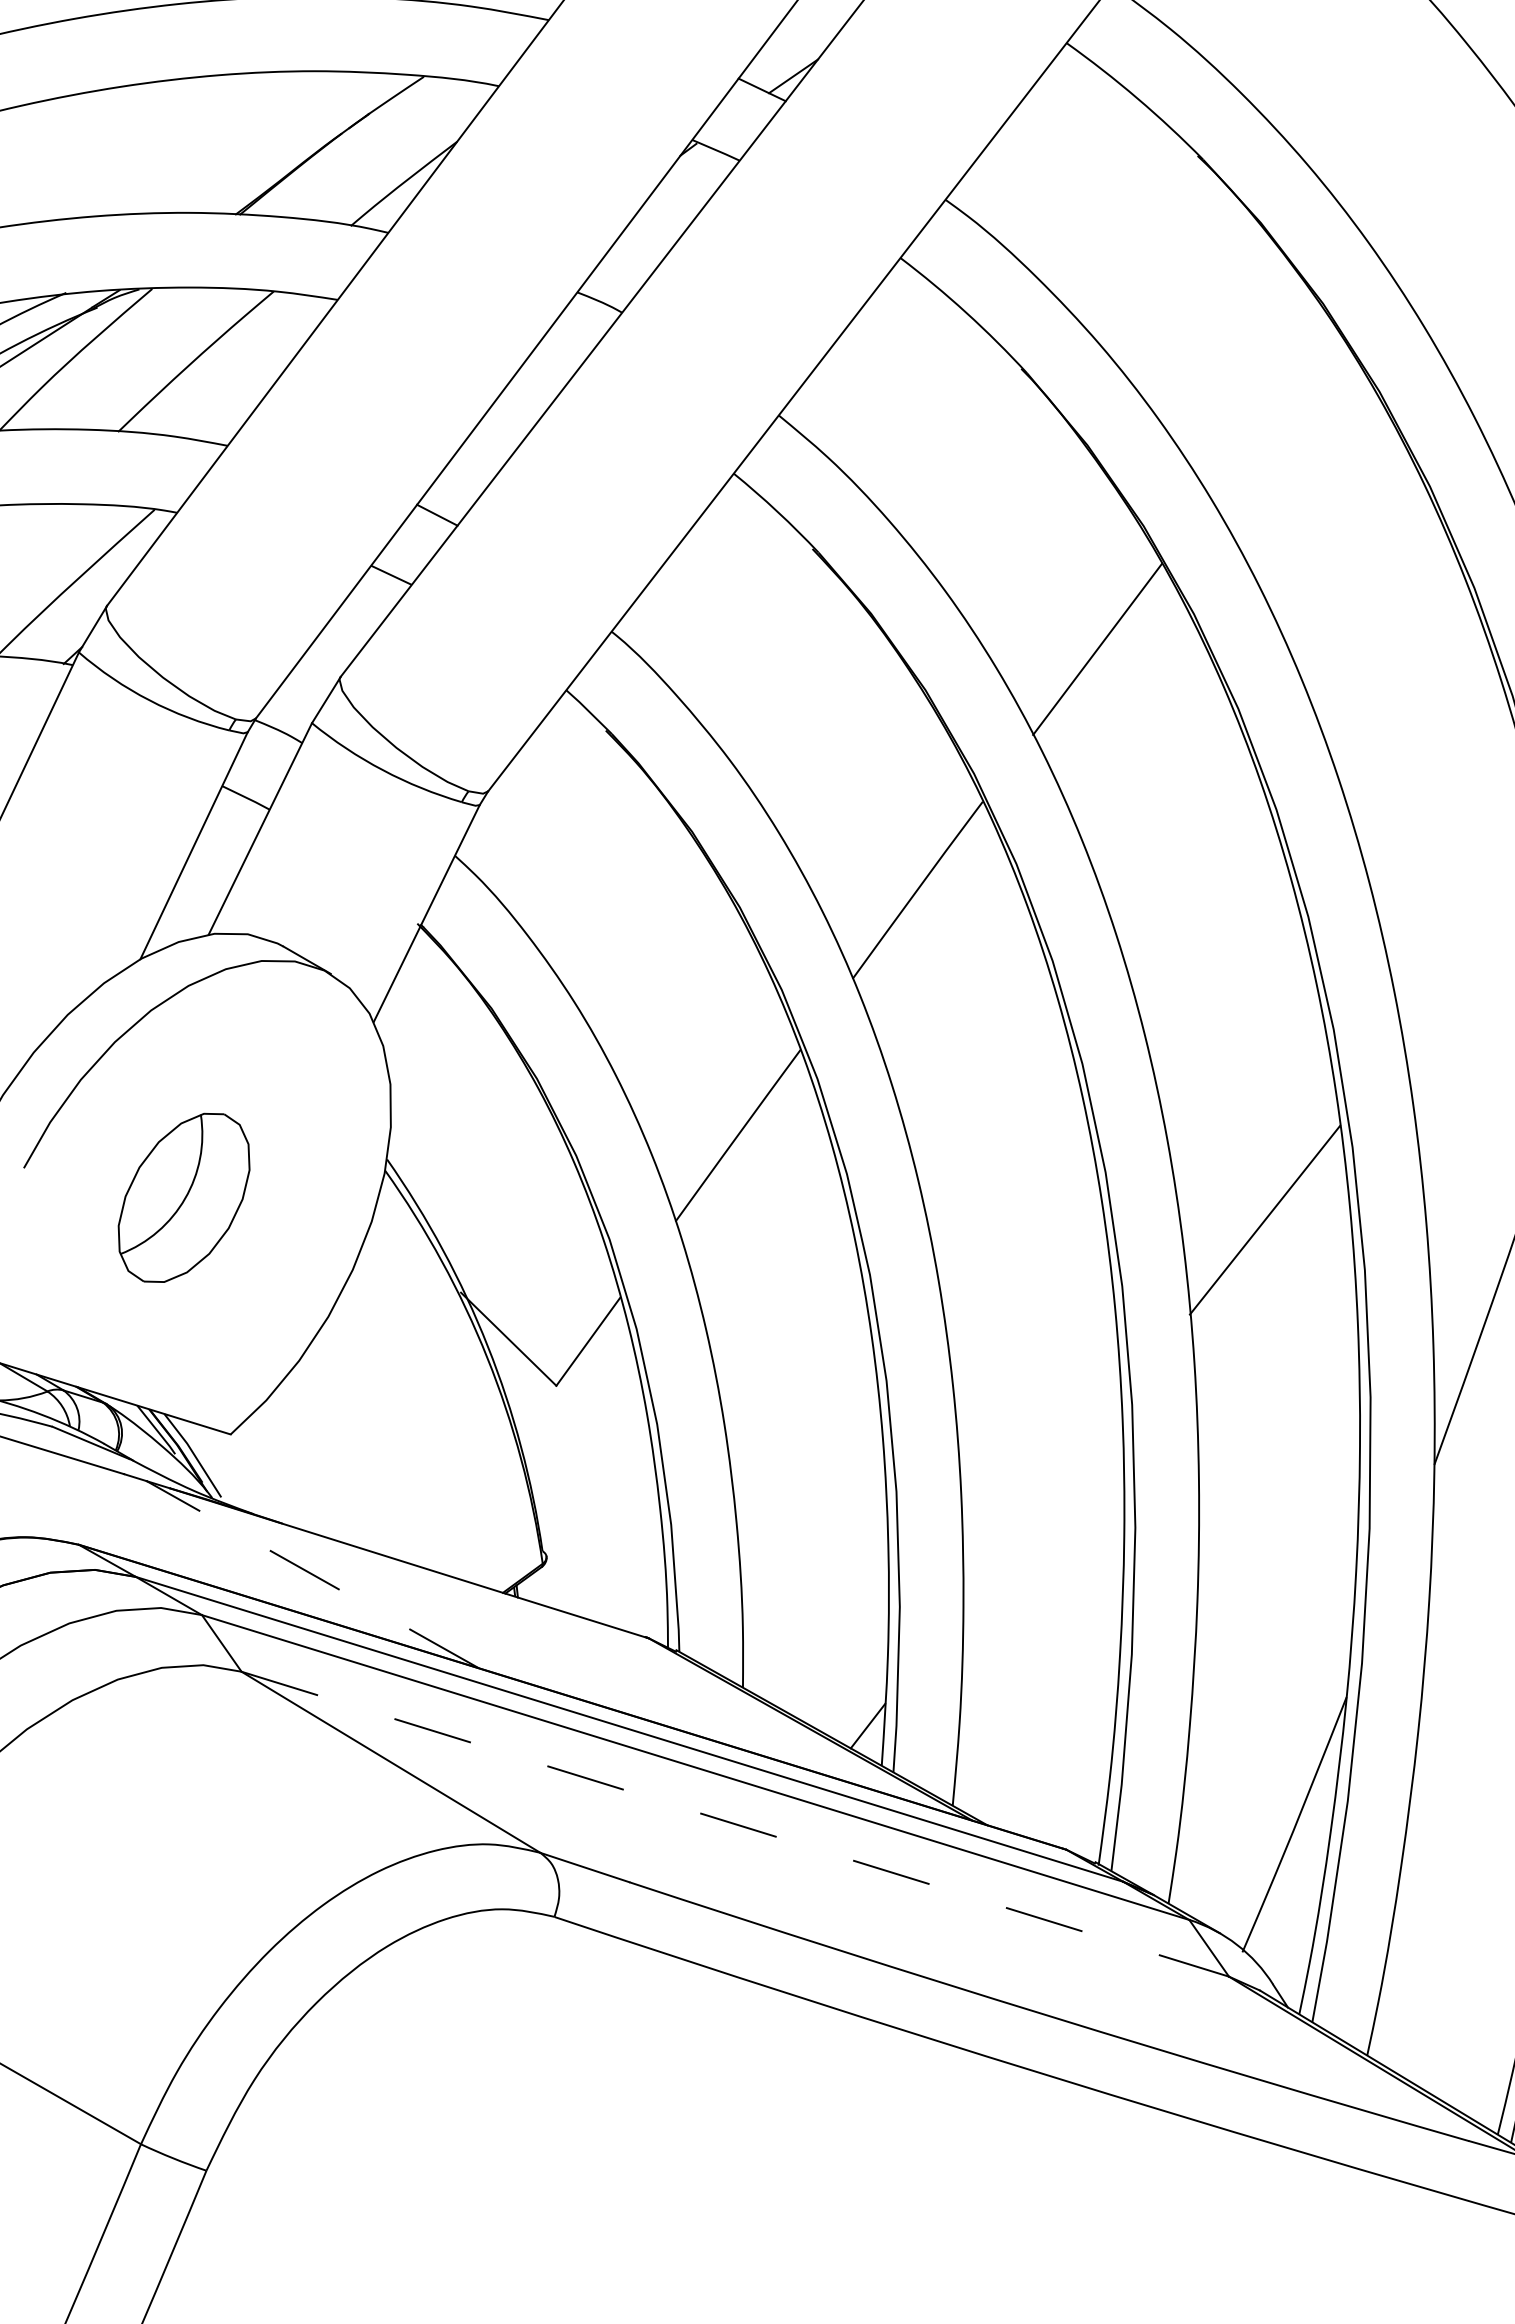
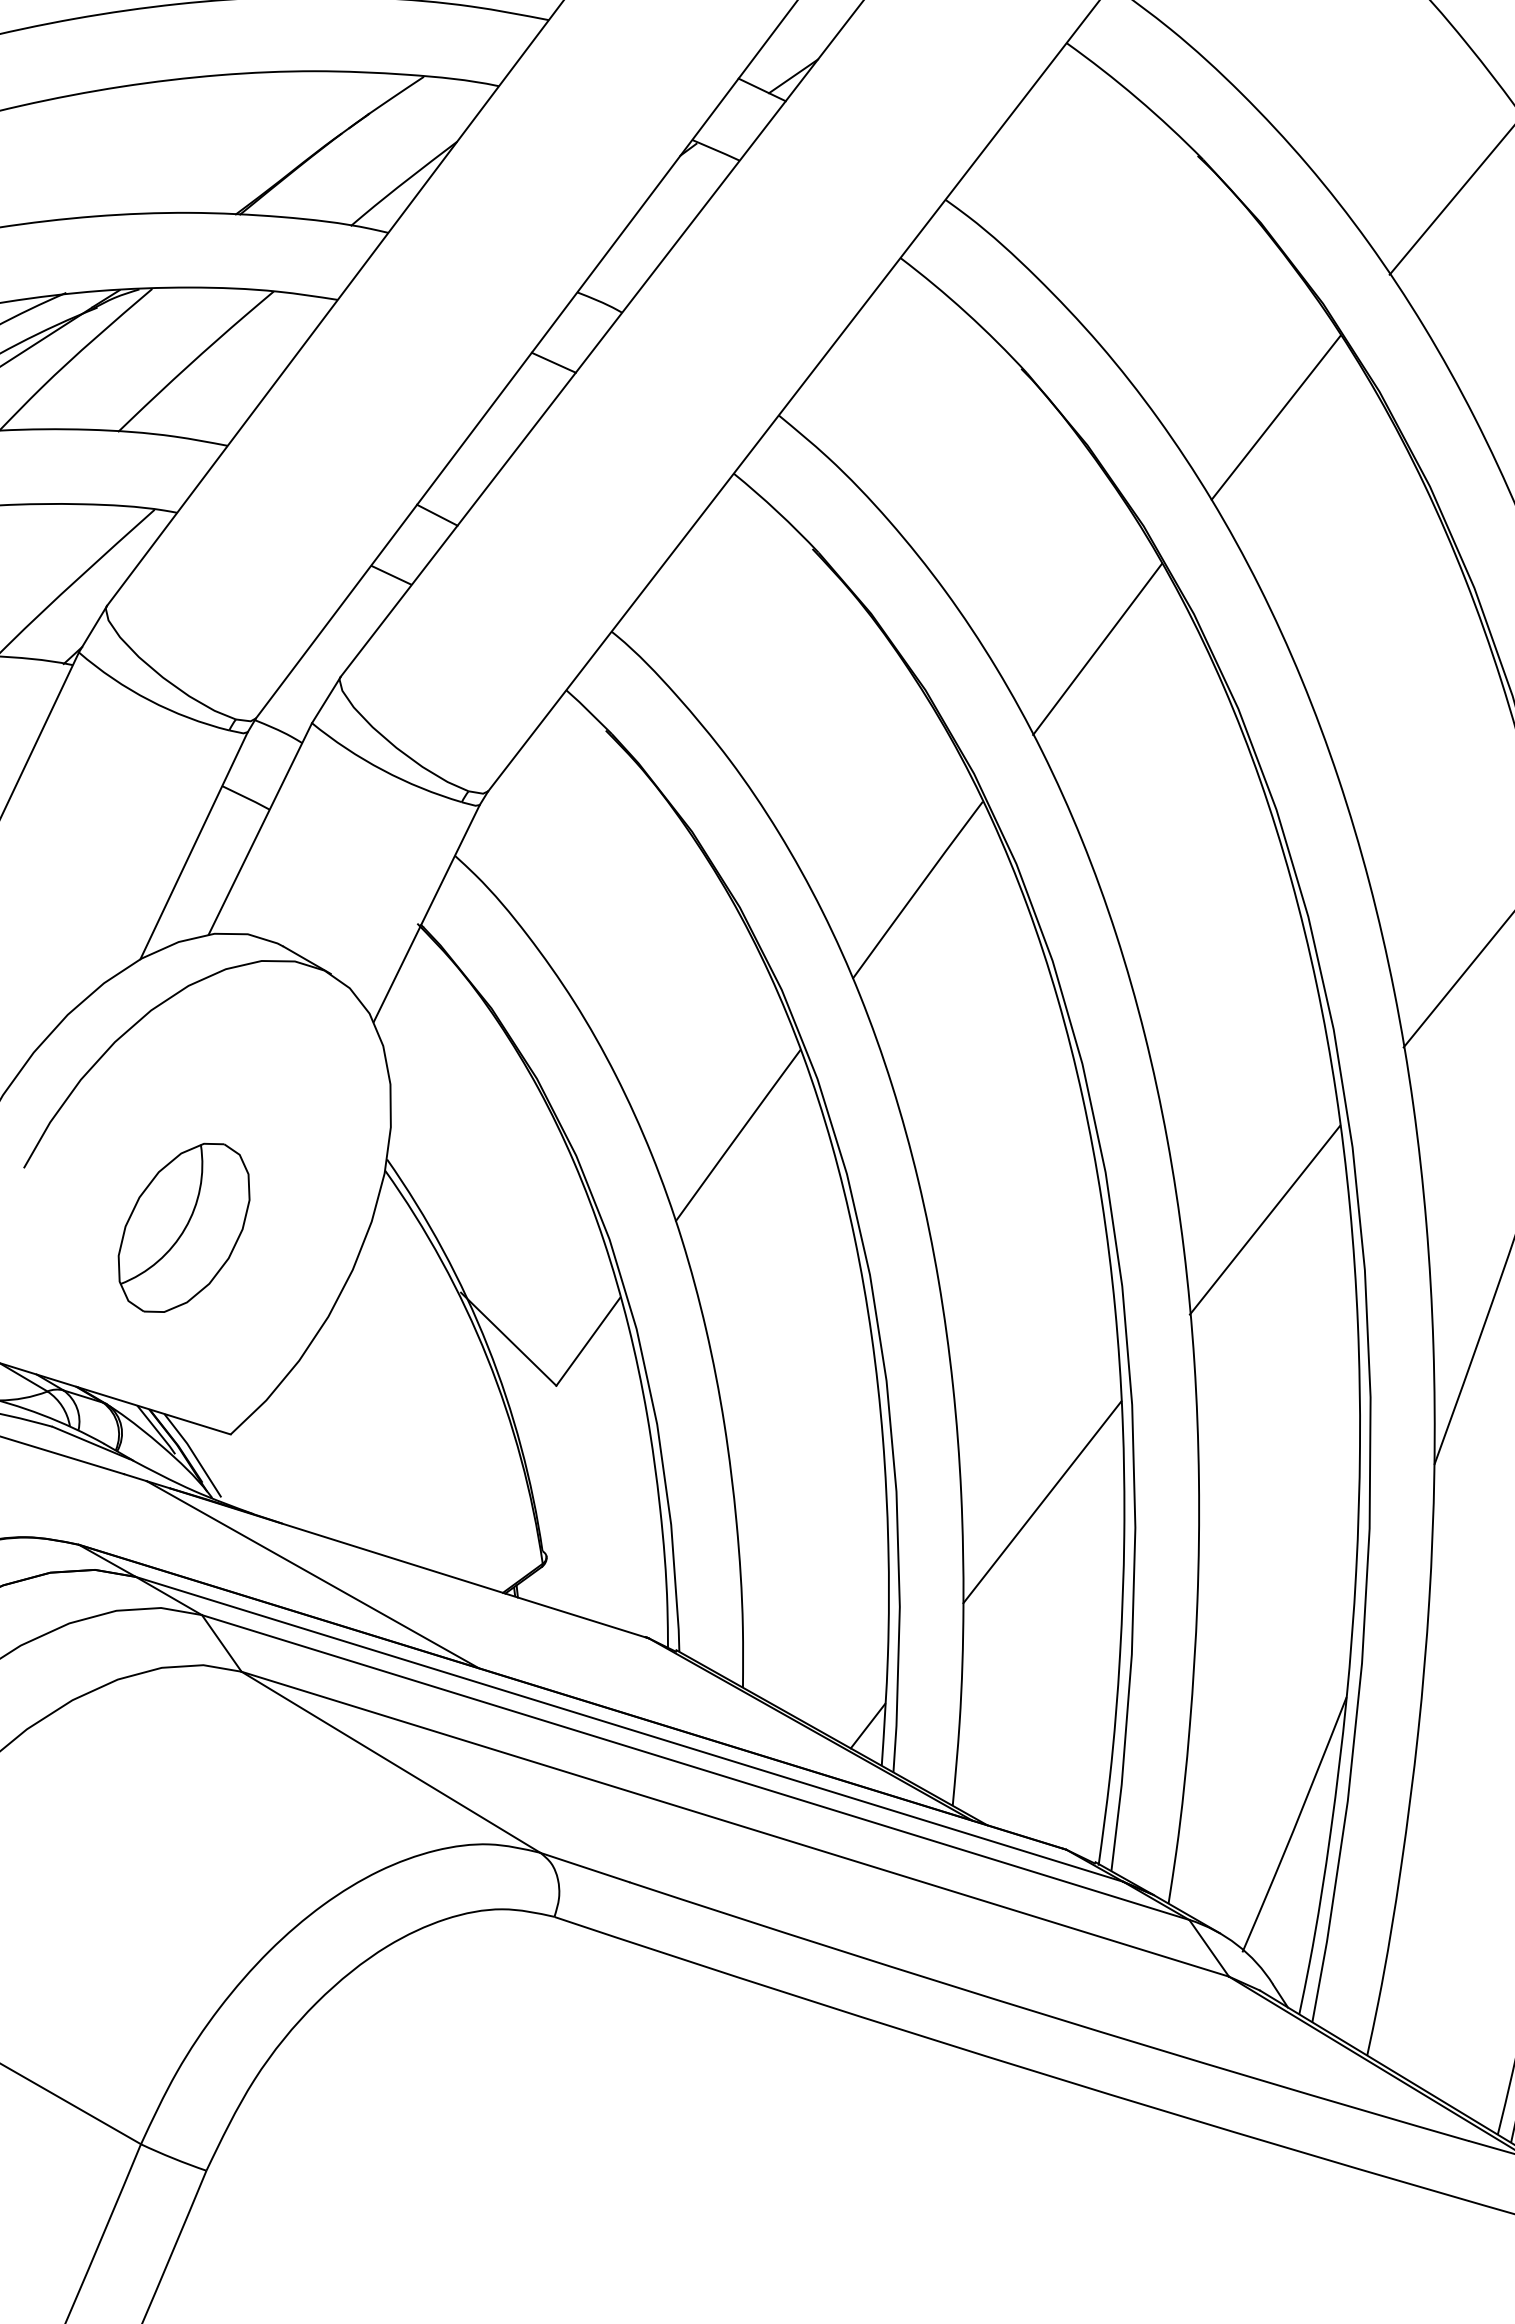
line at (1450, 201): none -> present
line at (553, 362): none -> present
line at (1275, 417): none -> present
line at (1457, 980): none -> present
part at (183, 1197) position: (183, 1197) -> (183, 1227)
line at (1042, 1502): none -> present
line at (312, 1574): dashed -> solid
line at (735, 1824): dashed -> solid
